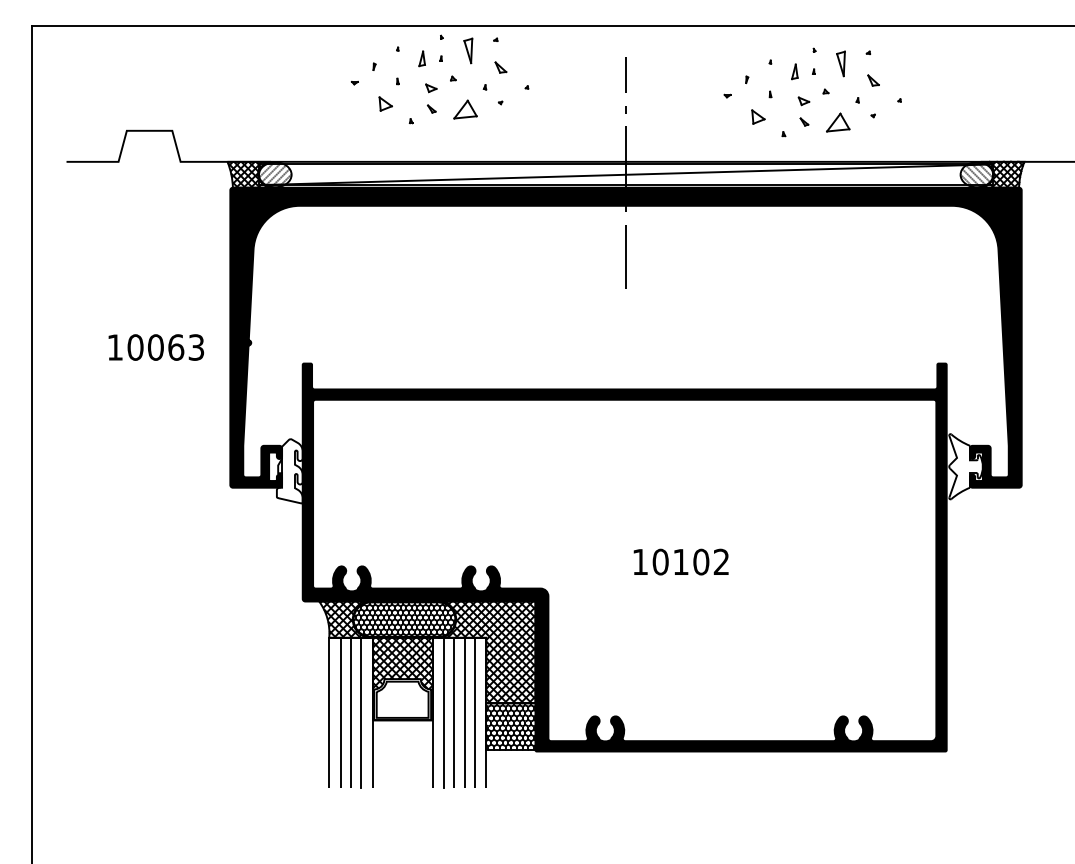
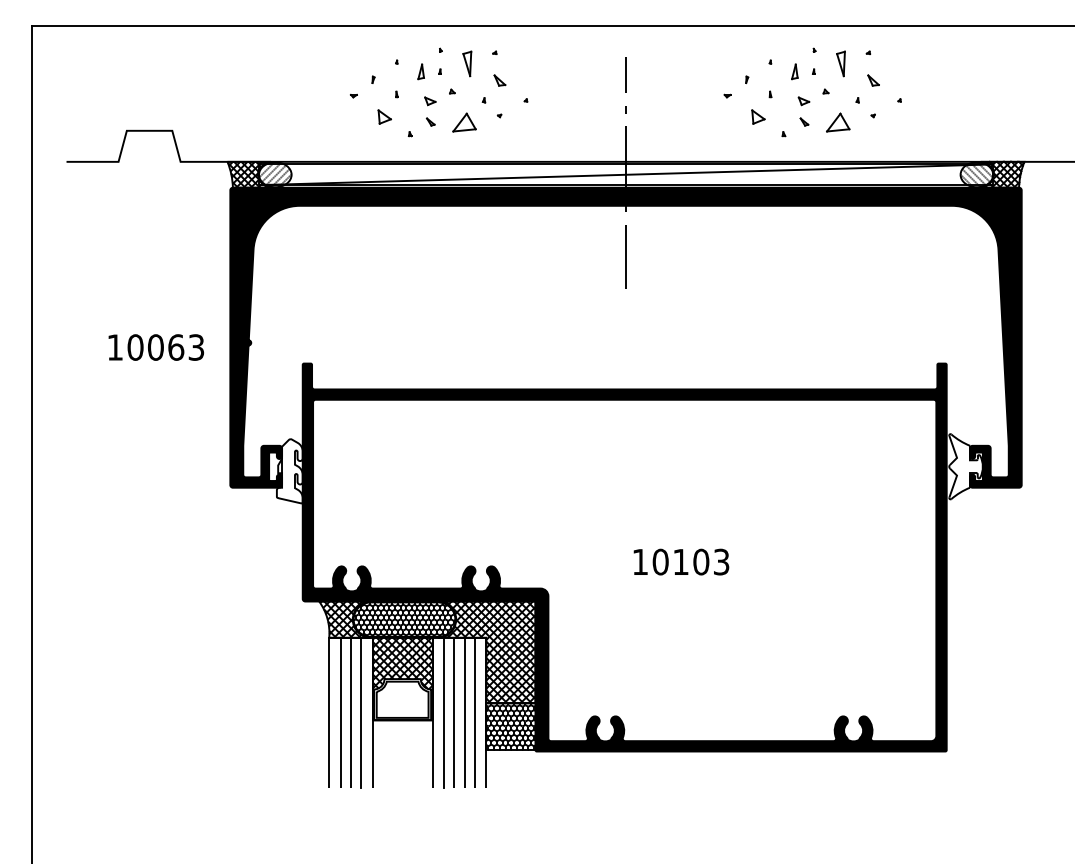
part at (436, 87) position: (436, 87) -> (435, 100)
text at (721, 562): 10102 -> 10103
